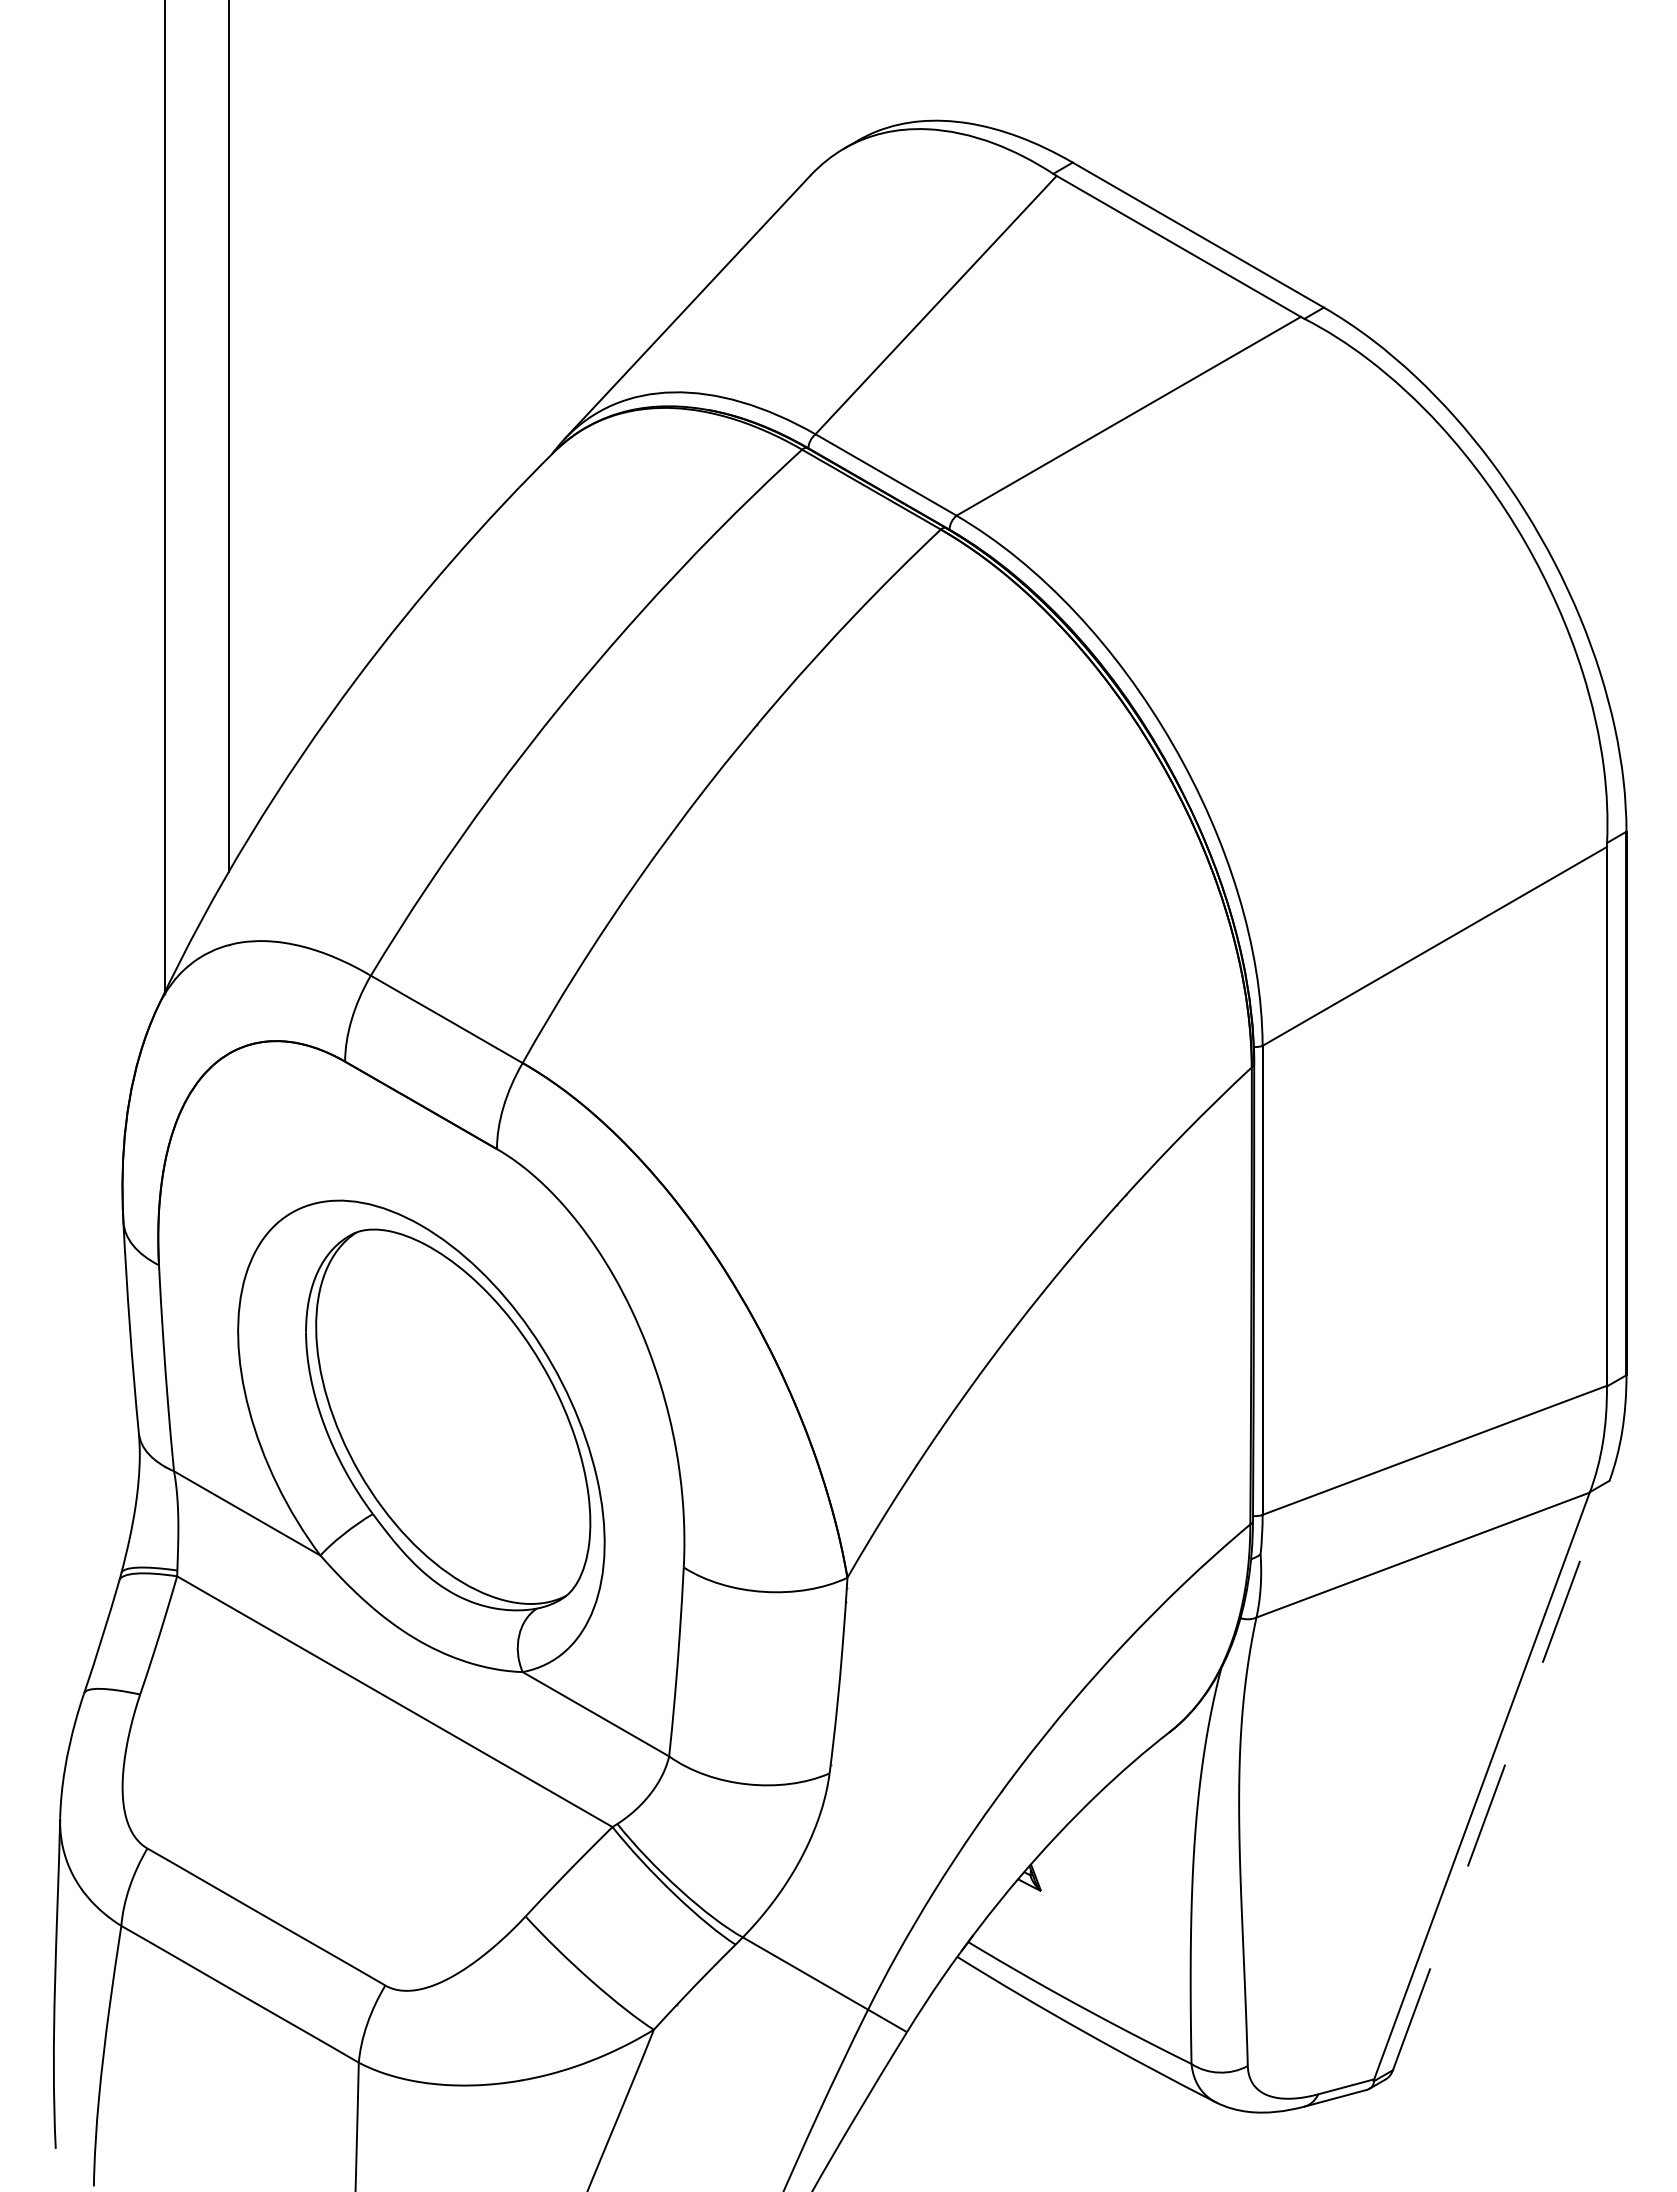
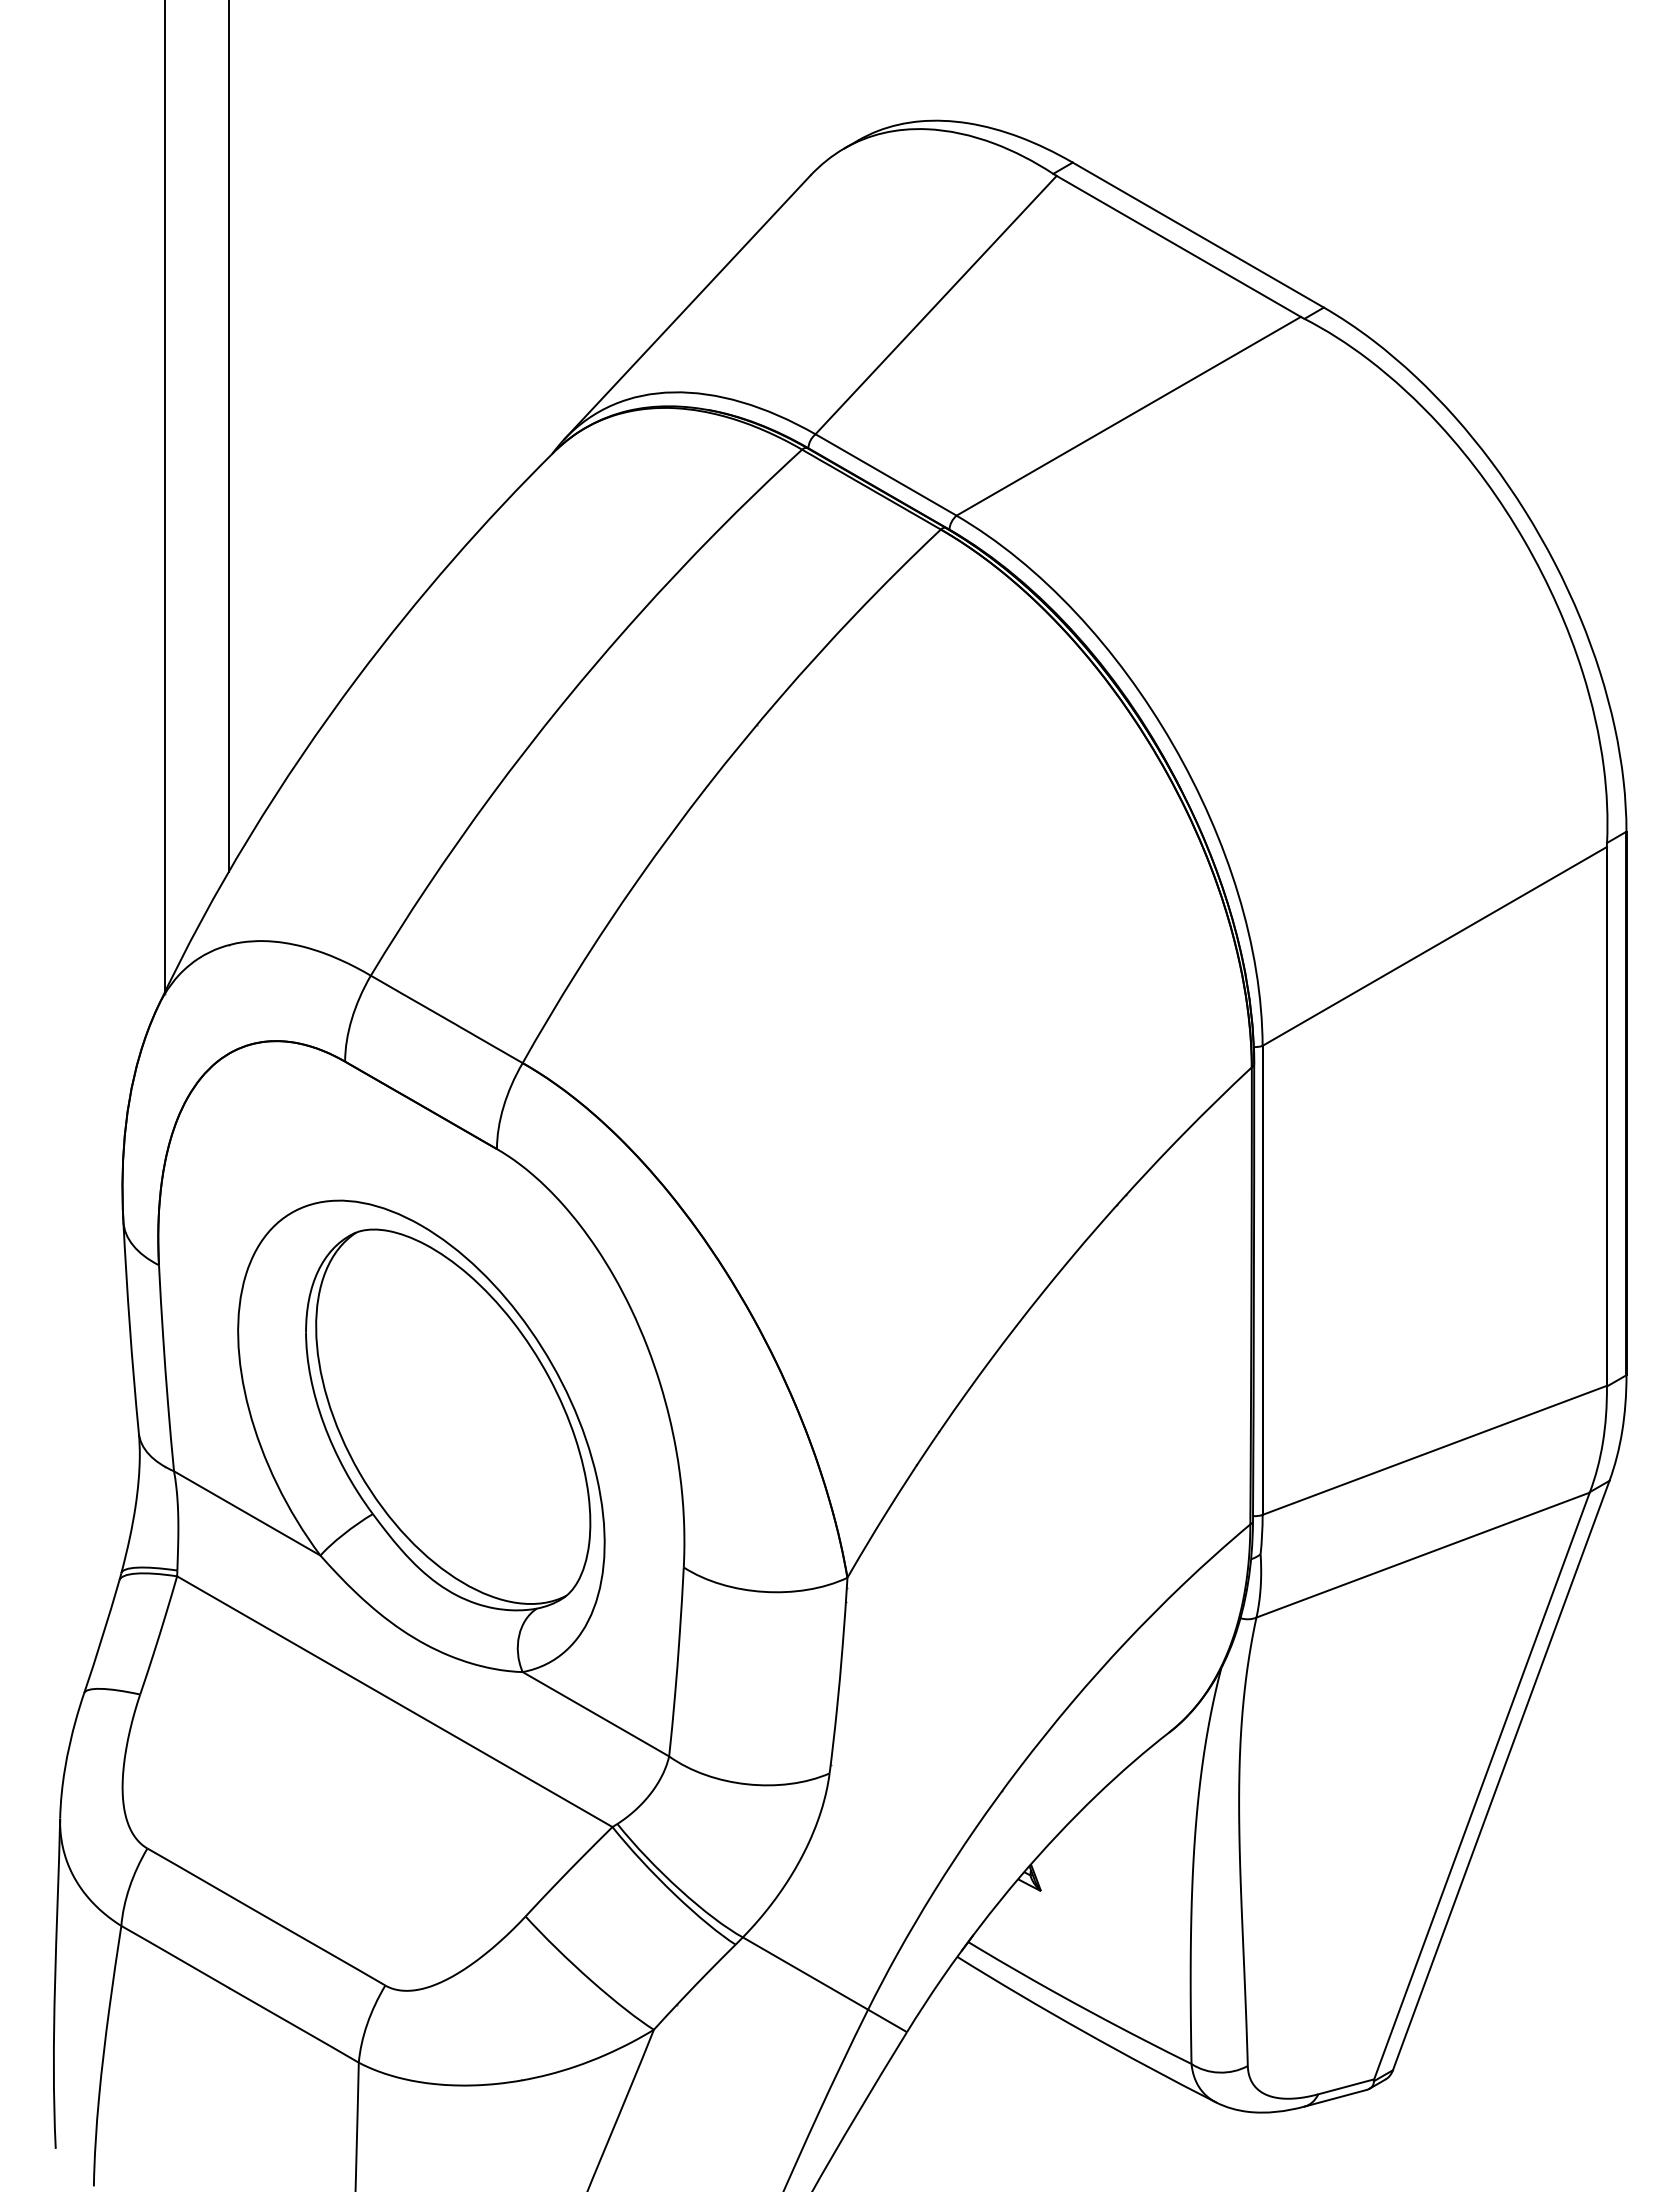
line at (1501, 1775): dashed -> solid
